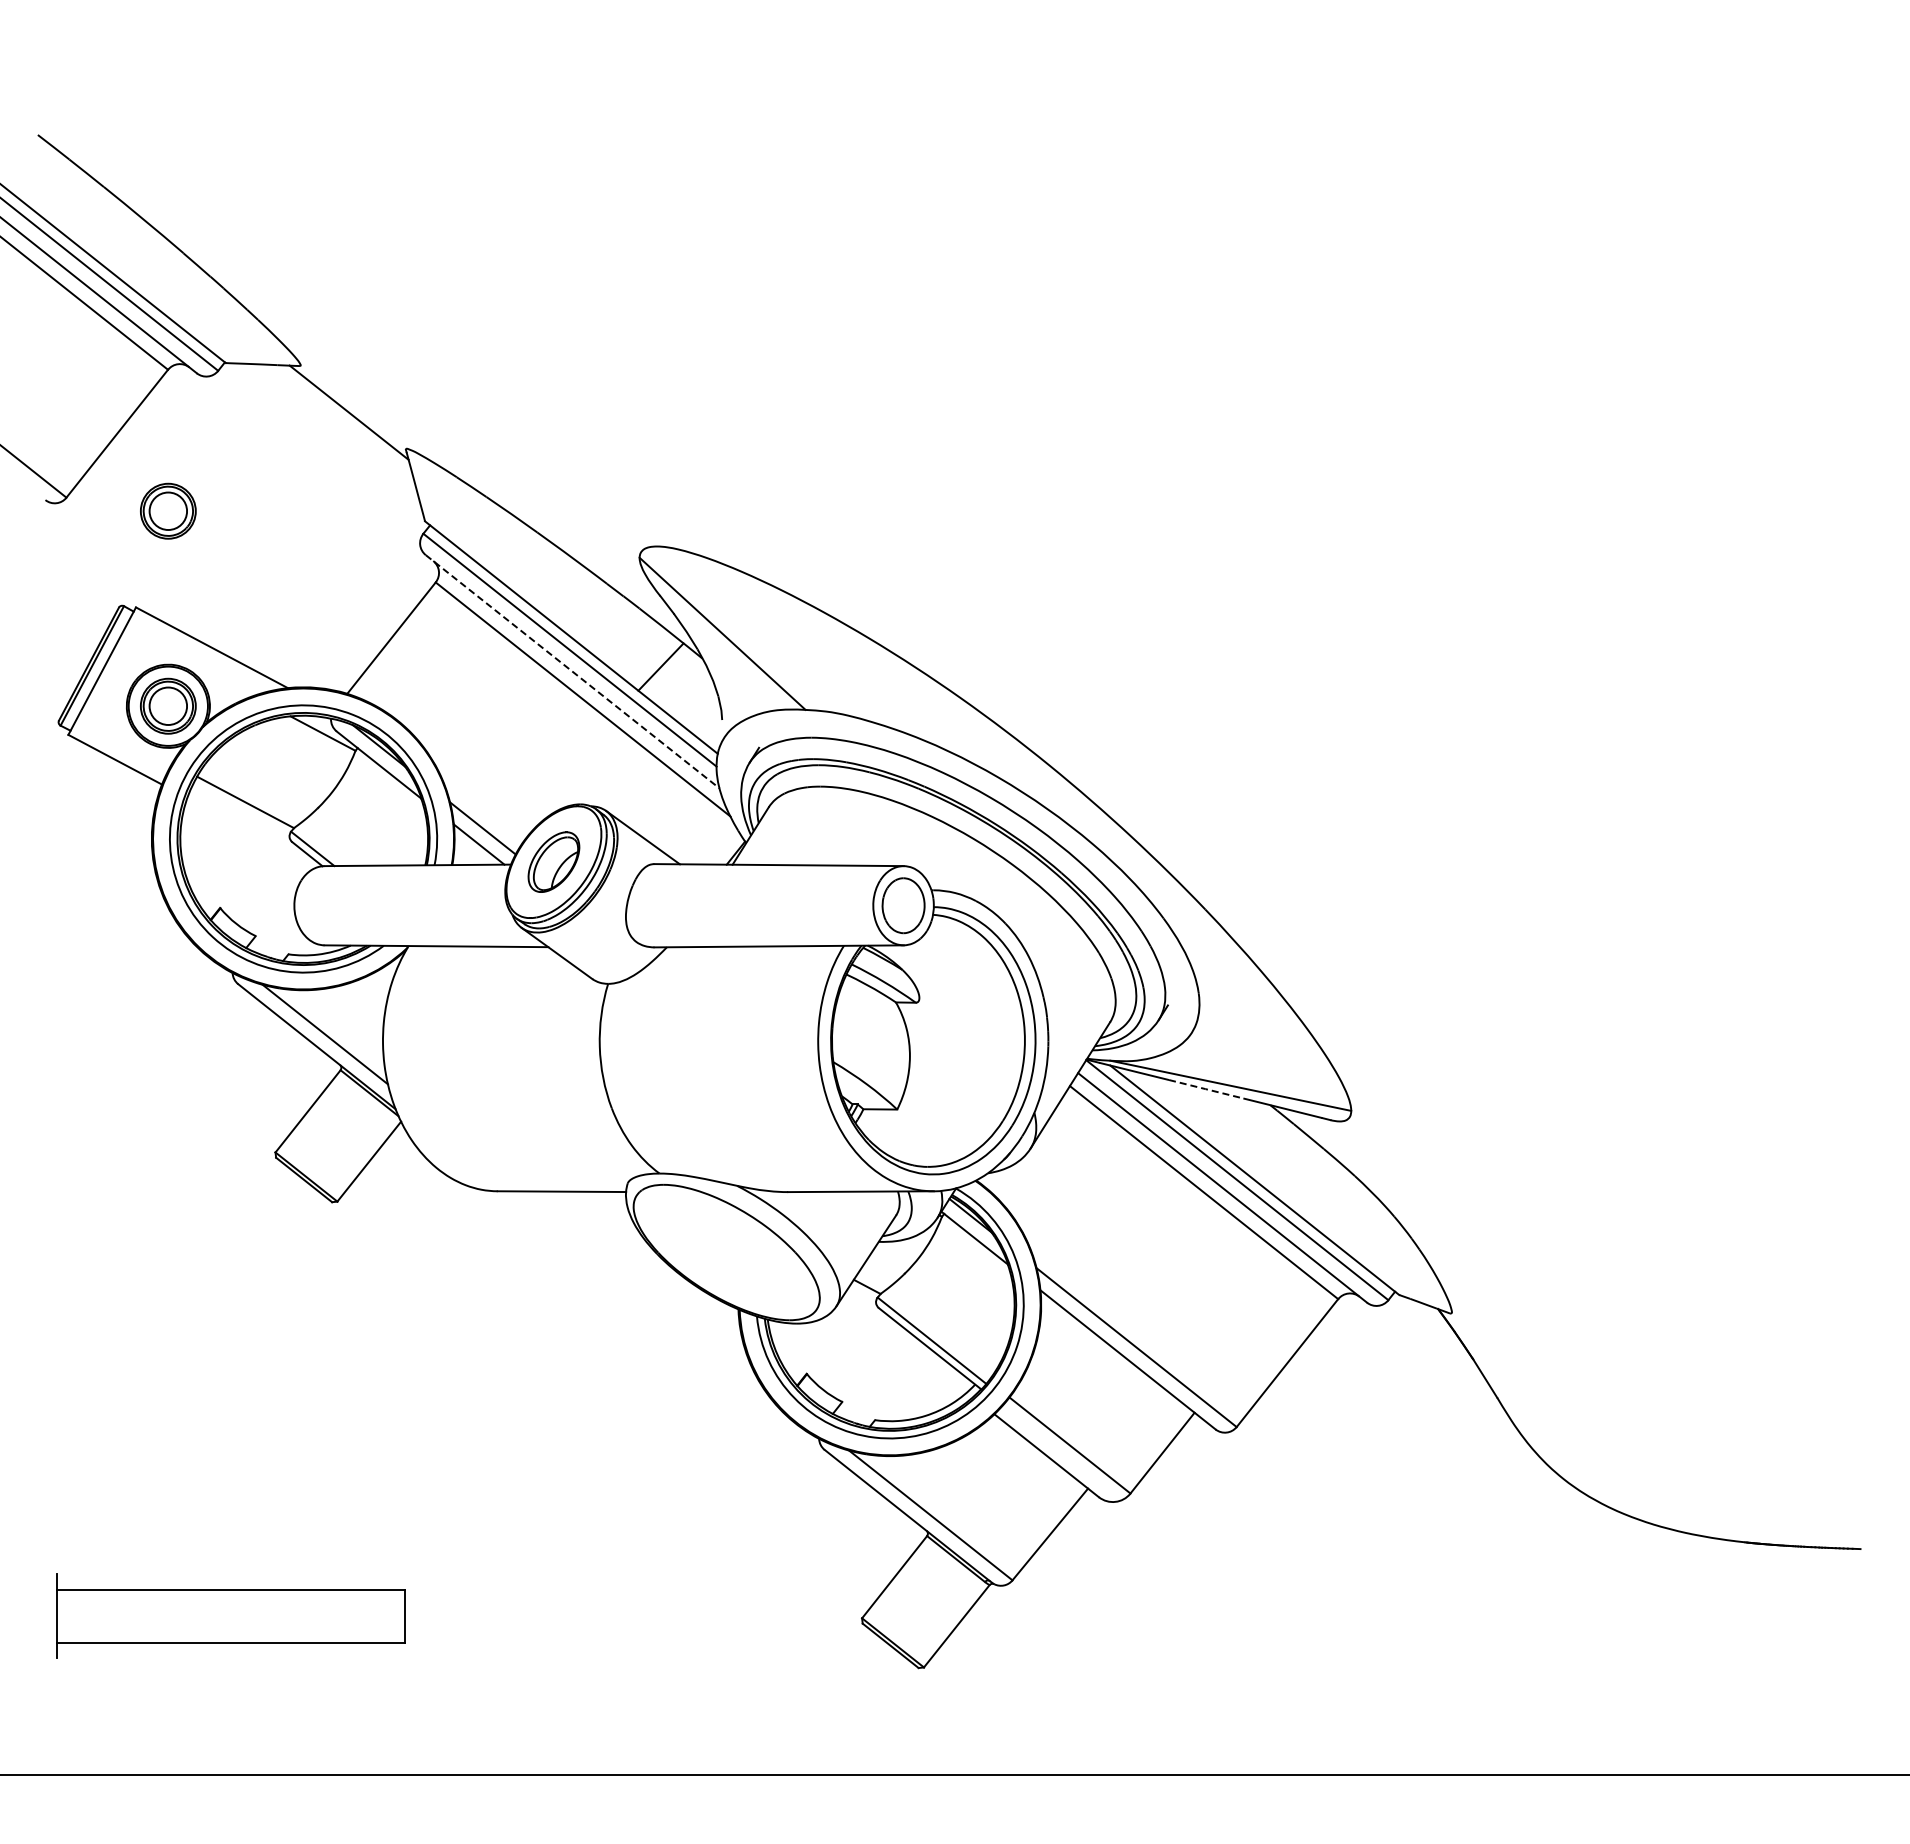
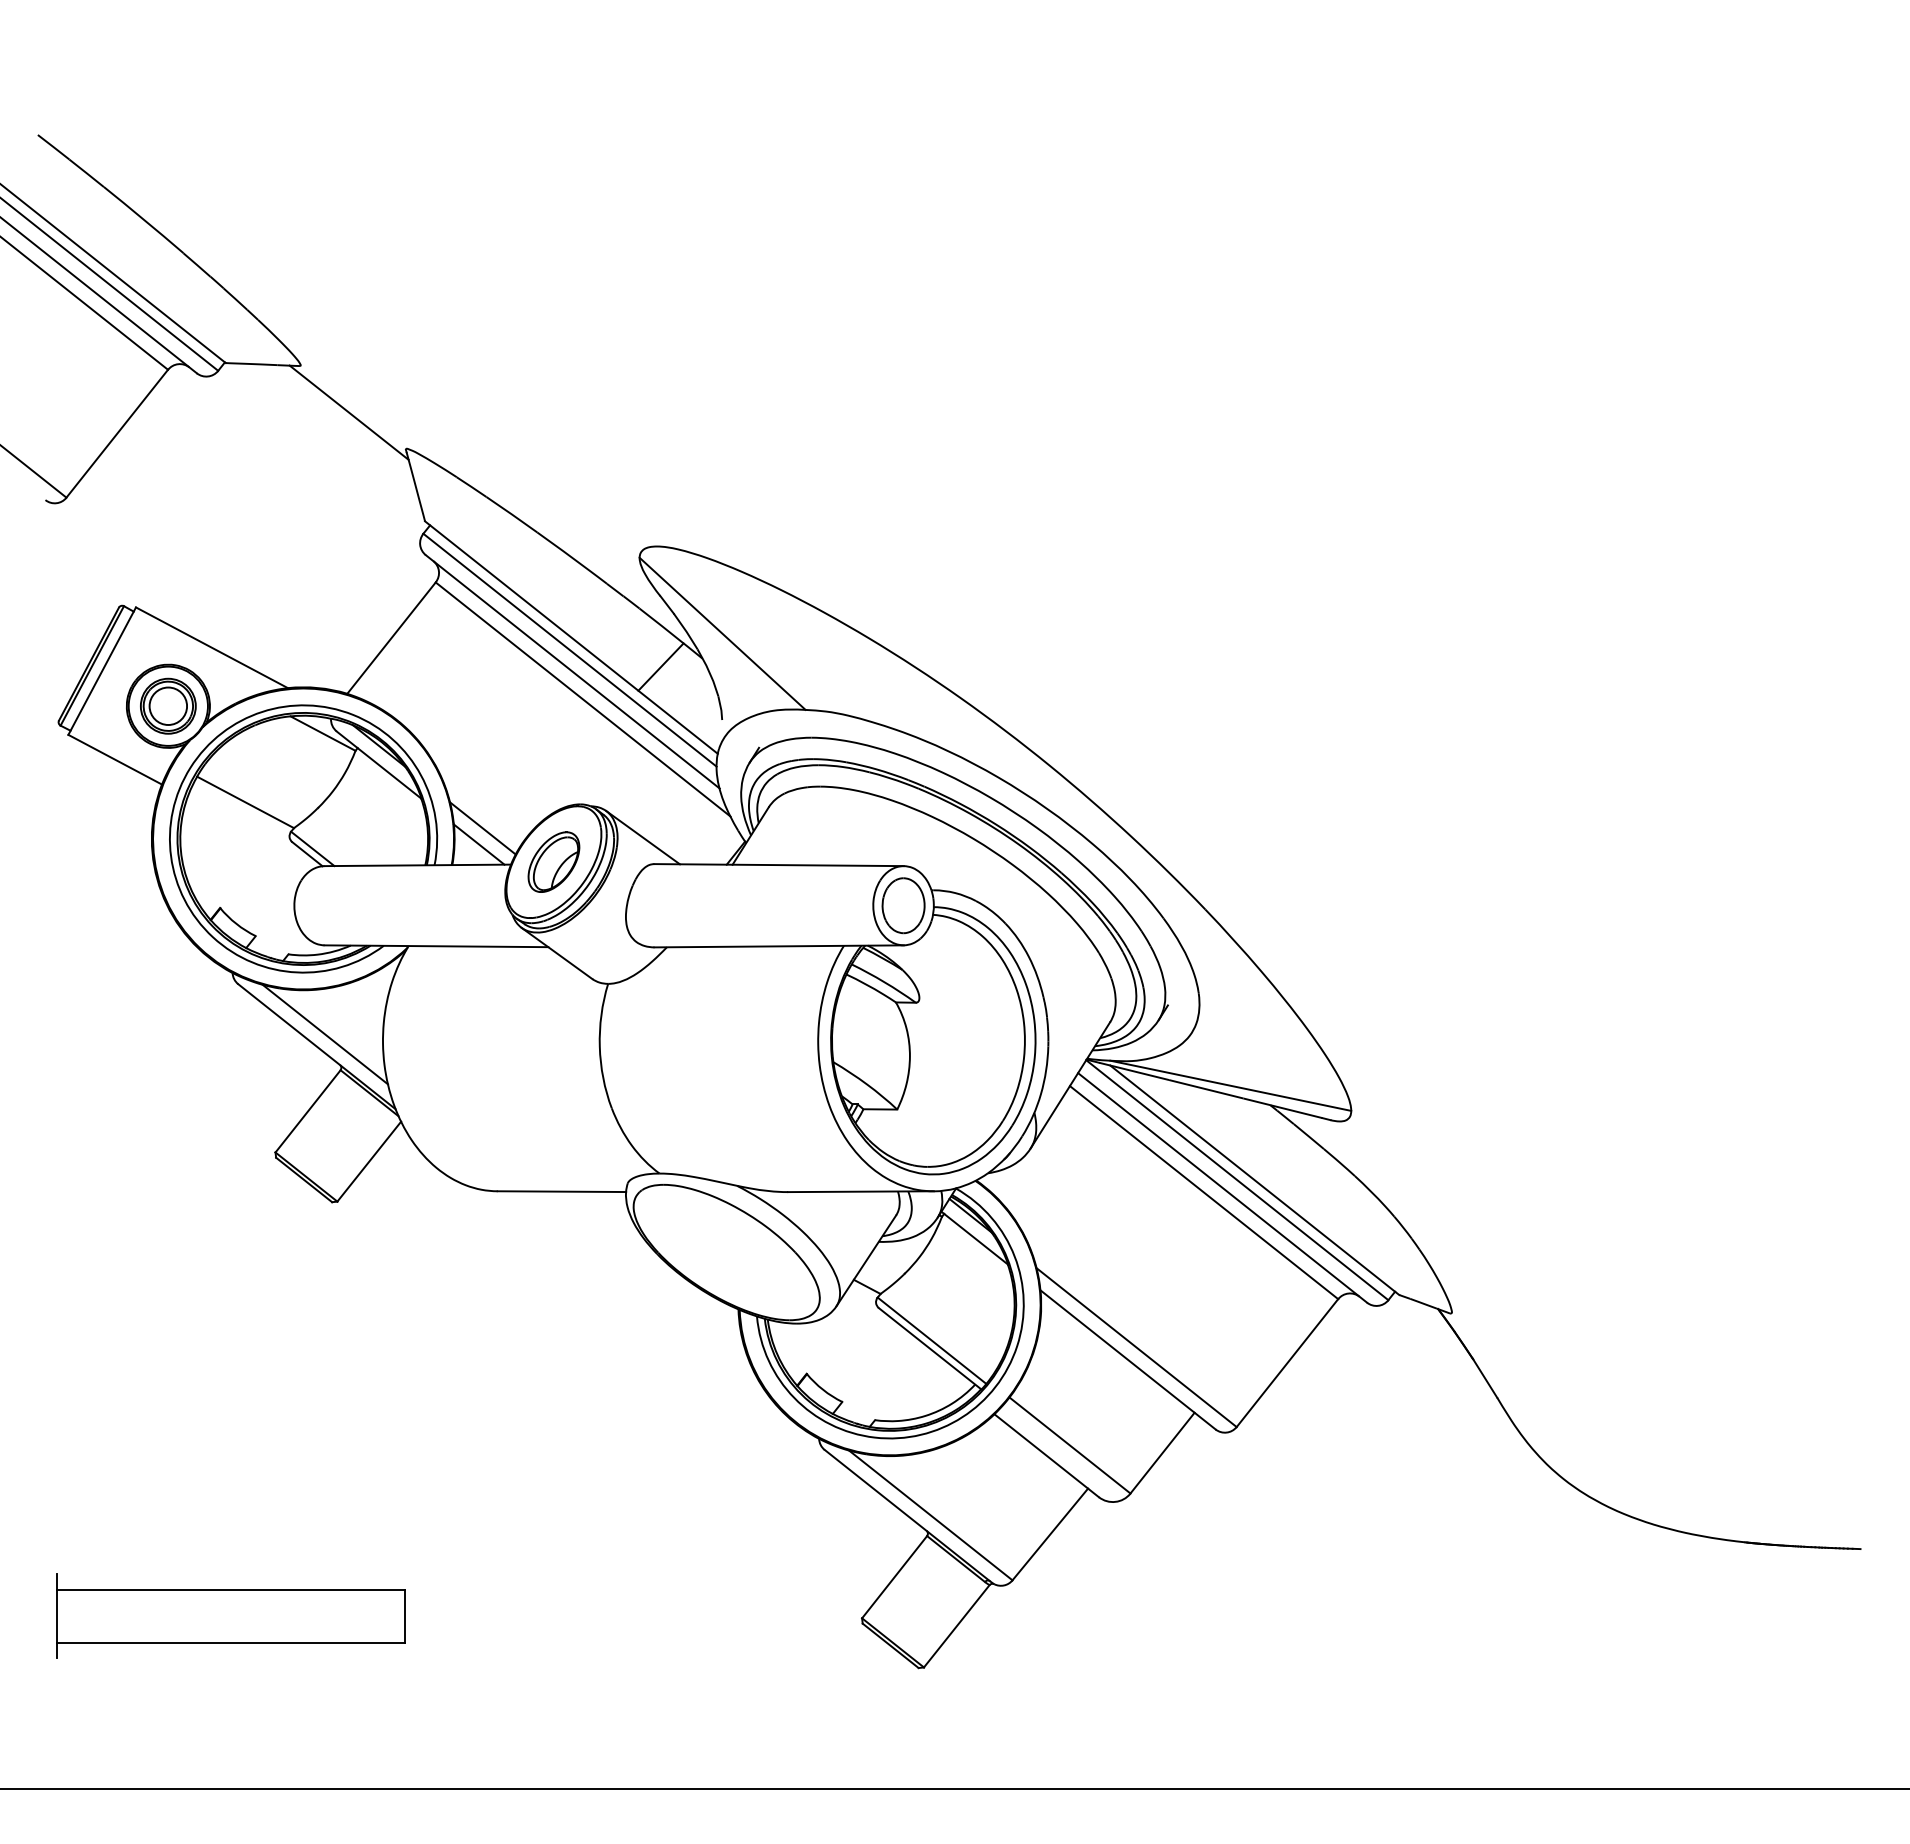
part at (168, 510): present -> none
line at (572, 671): dashed -> solid
line at (1205, 1089): dashed -> solid
line at (954, 1774) position: (954, 1774) -> (954, 1788)
